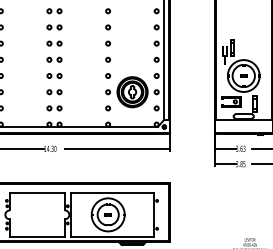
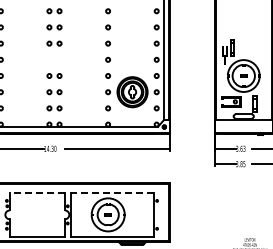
part at (54, 59): present -> none
line at (36, 192): solid -> dashed
line at (112, 192): solid -> dashed
